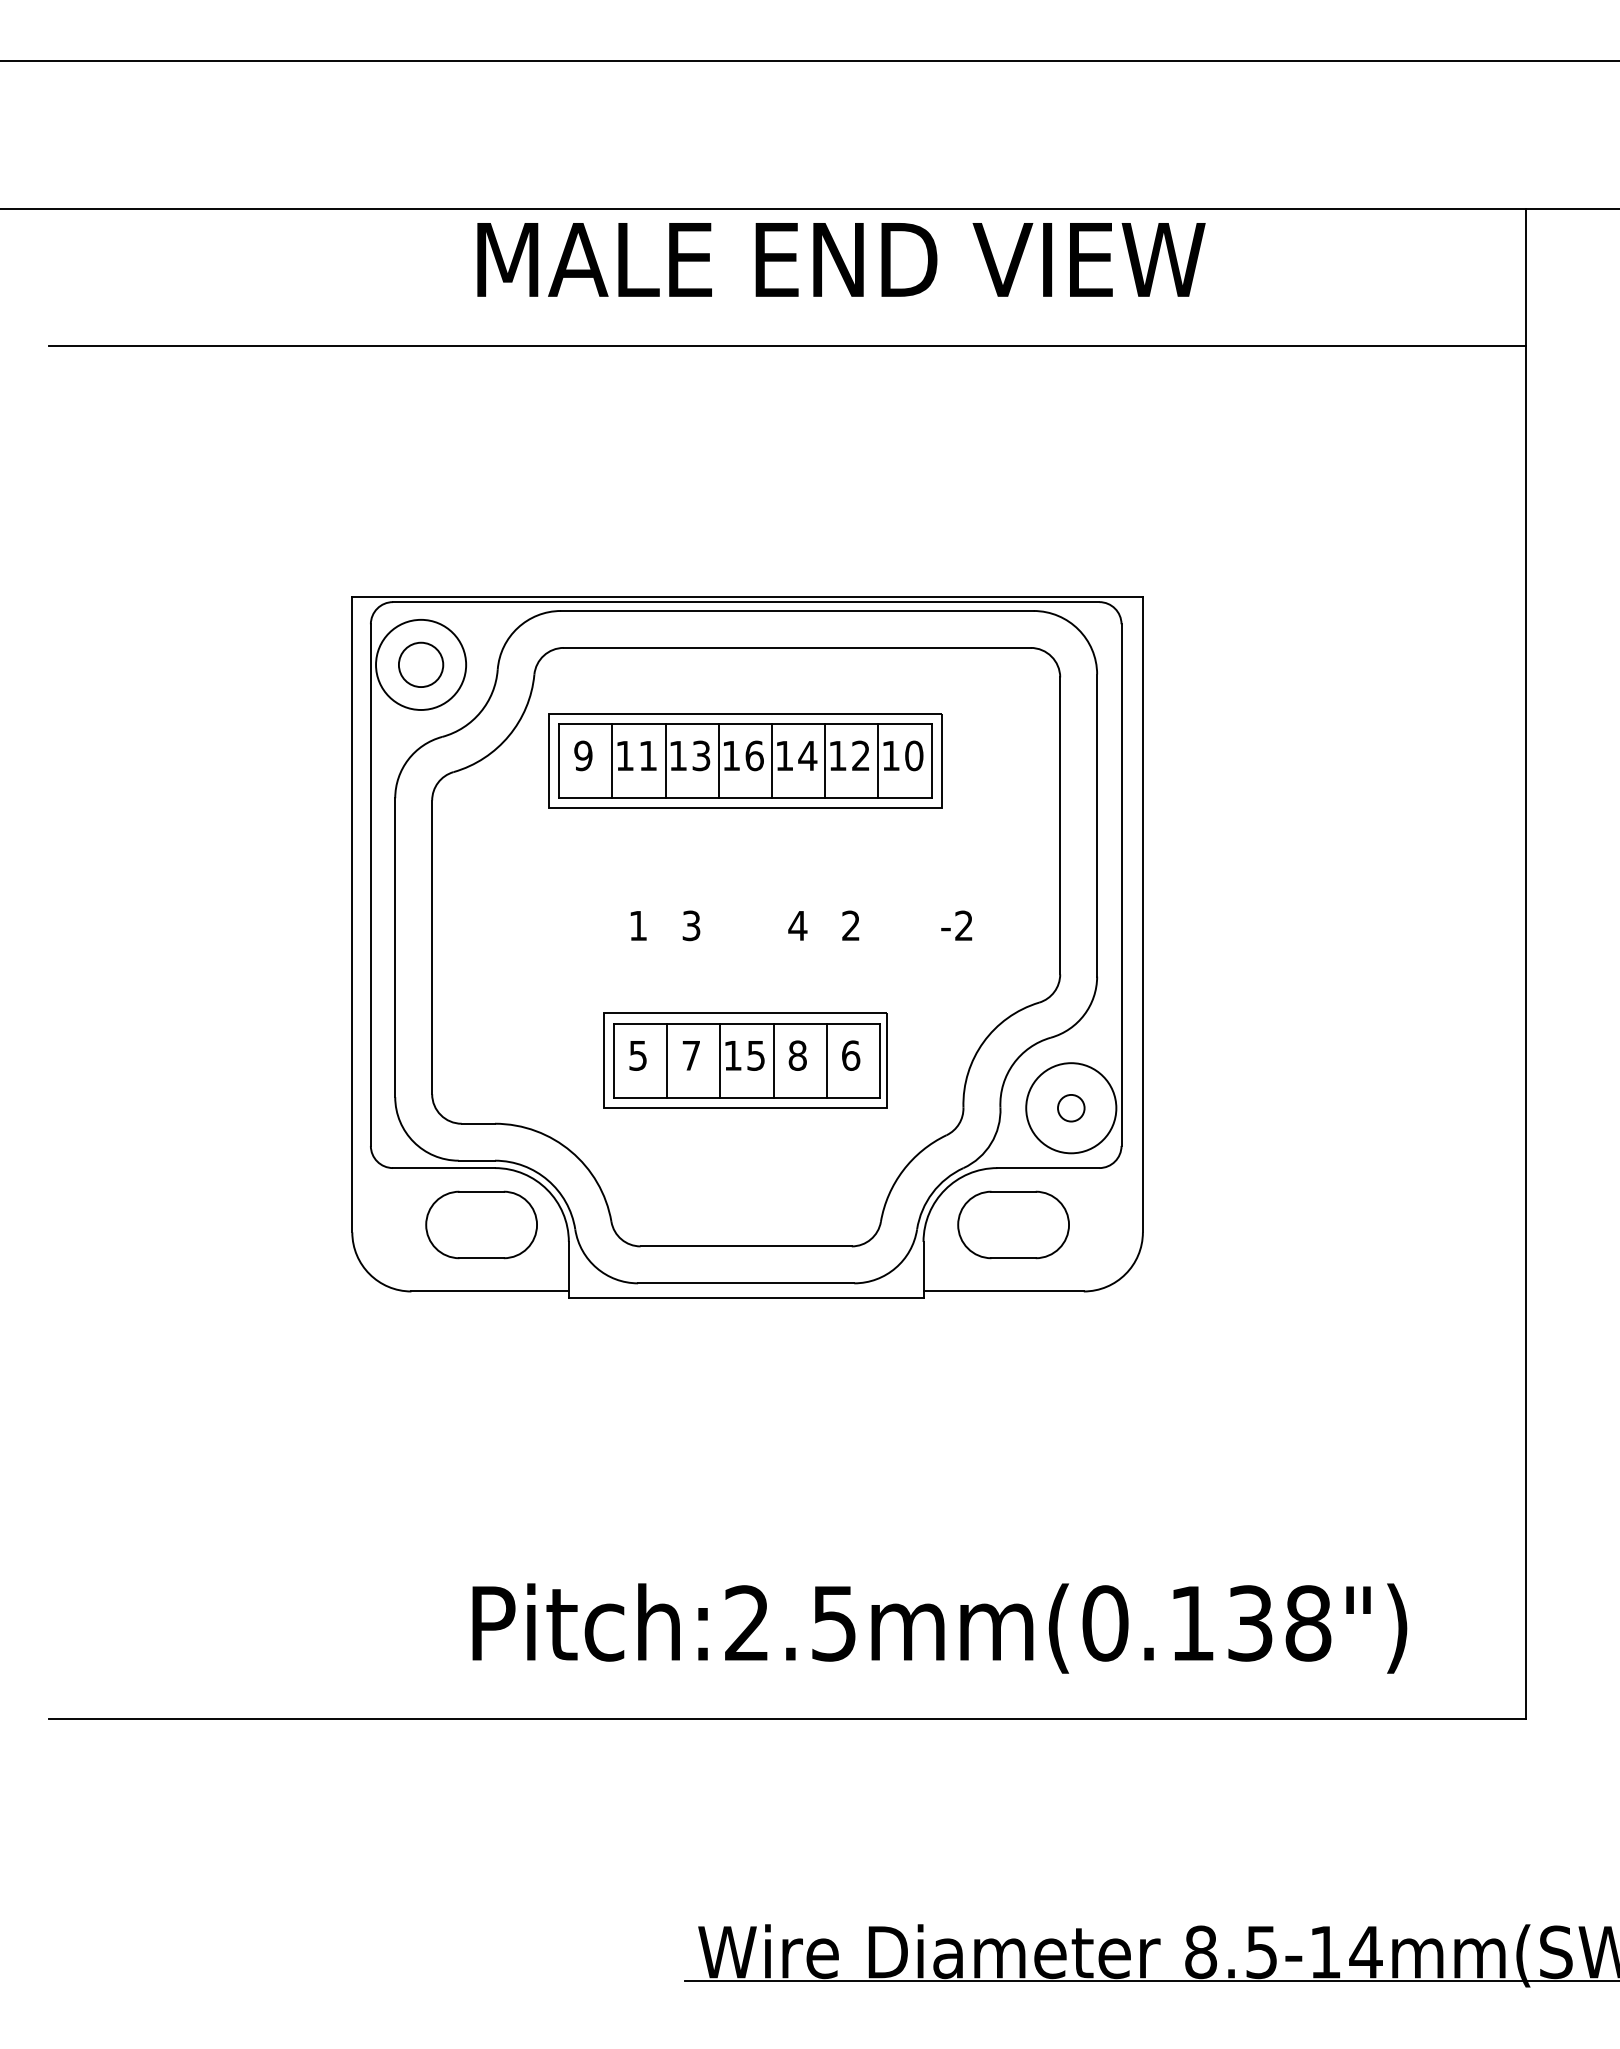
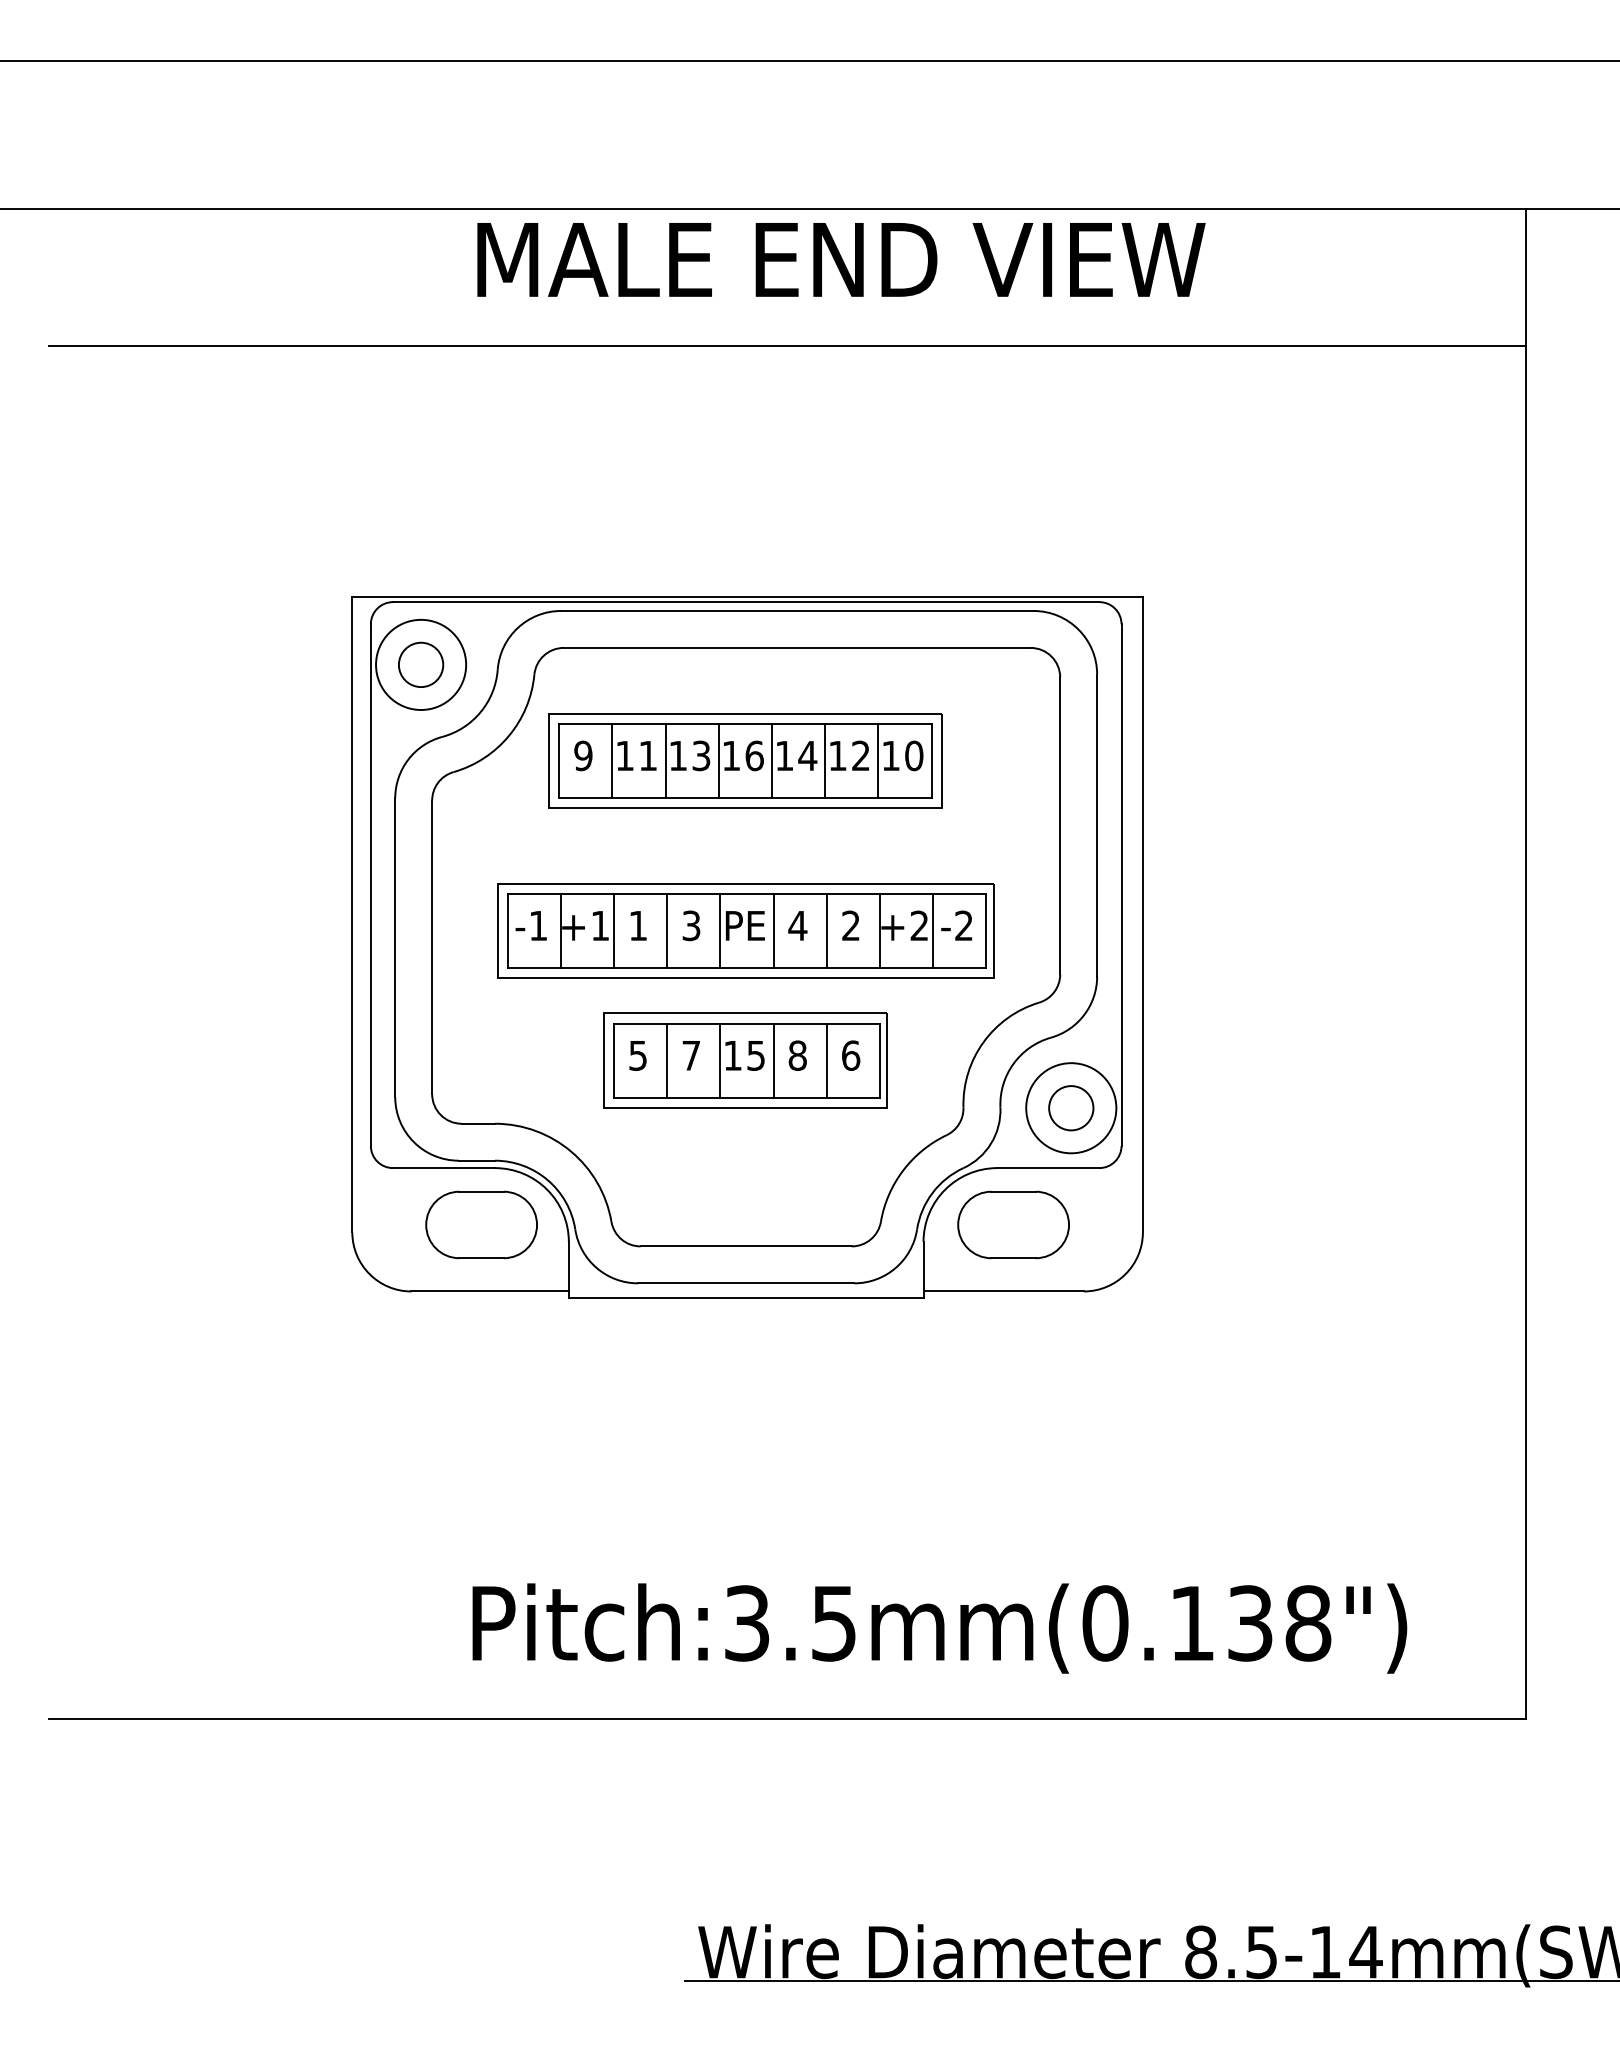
part at (745, 930): none -> present
circle at (1071, 1107) diameter: 27 px -> 44 px
text at (747, 1623): Pitch:2.5mm(0.138") -> Pitch:3.5mm(0.138")
